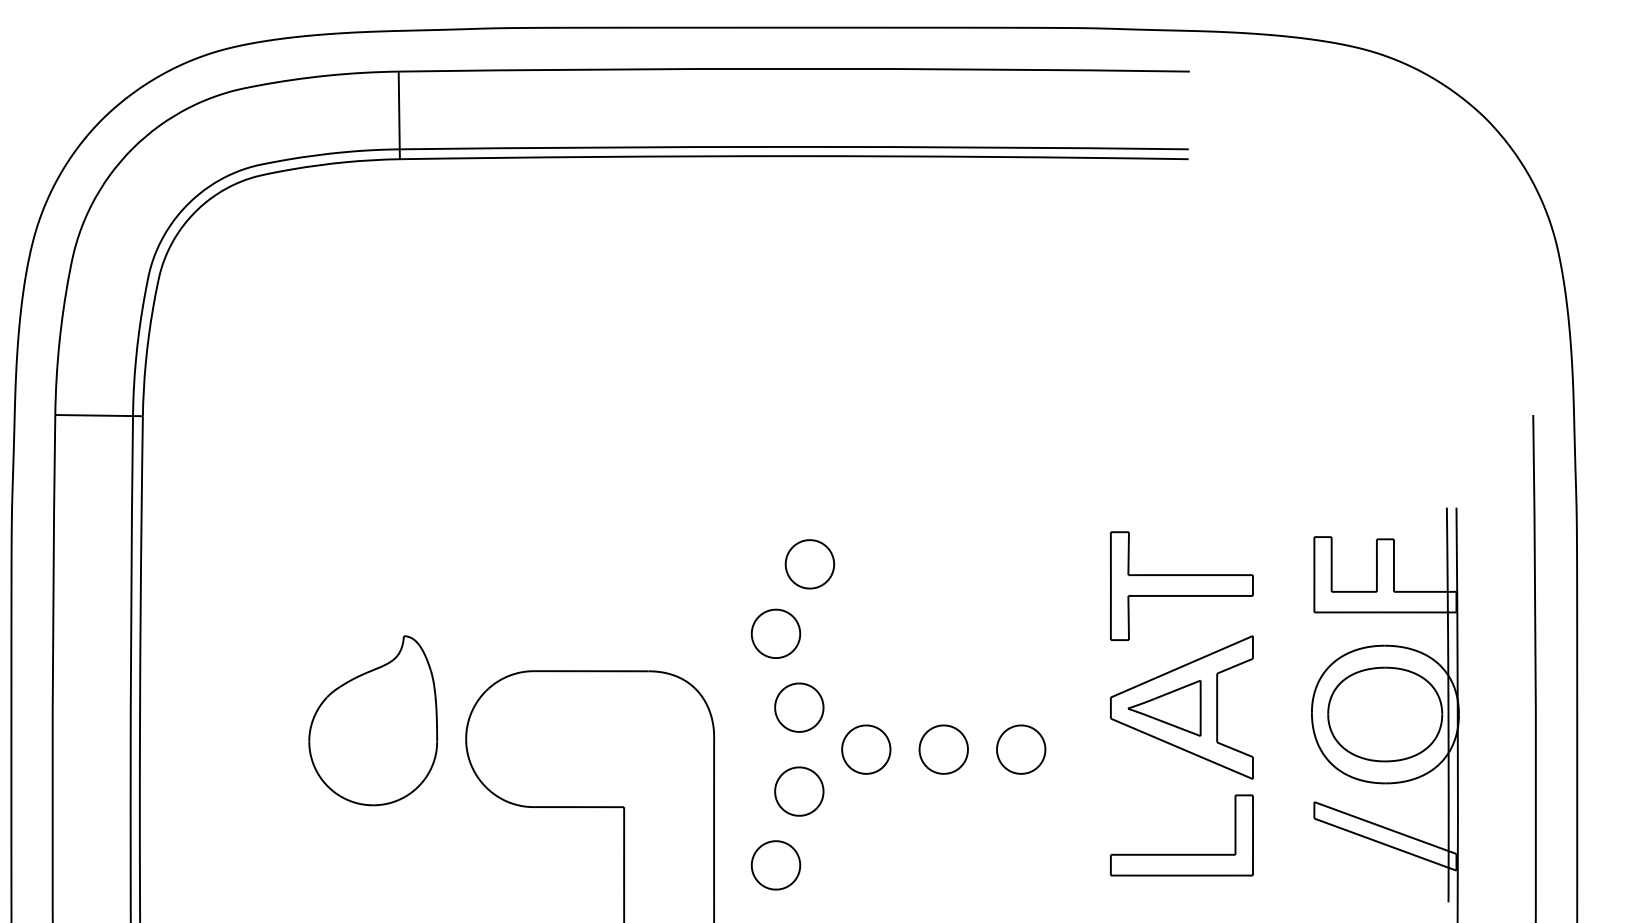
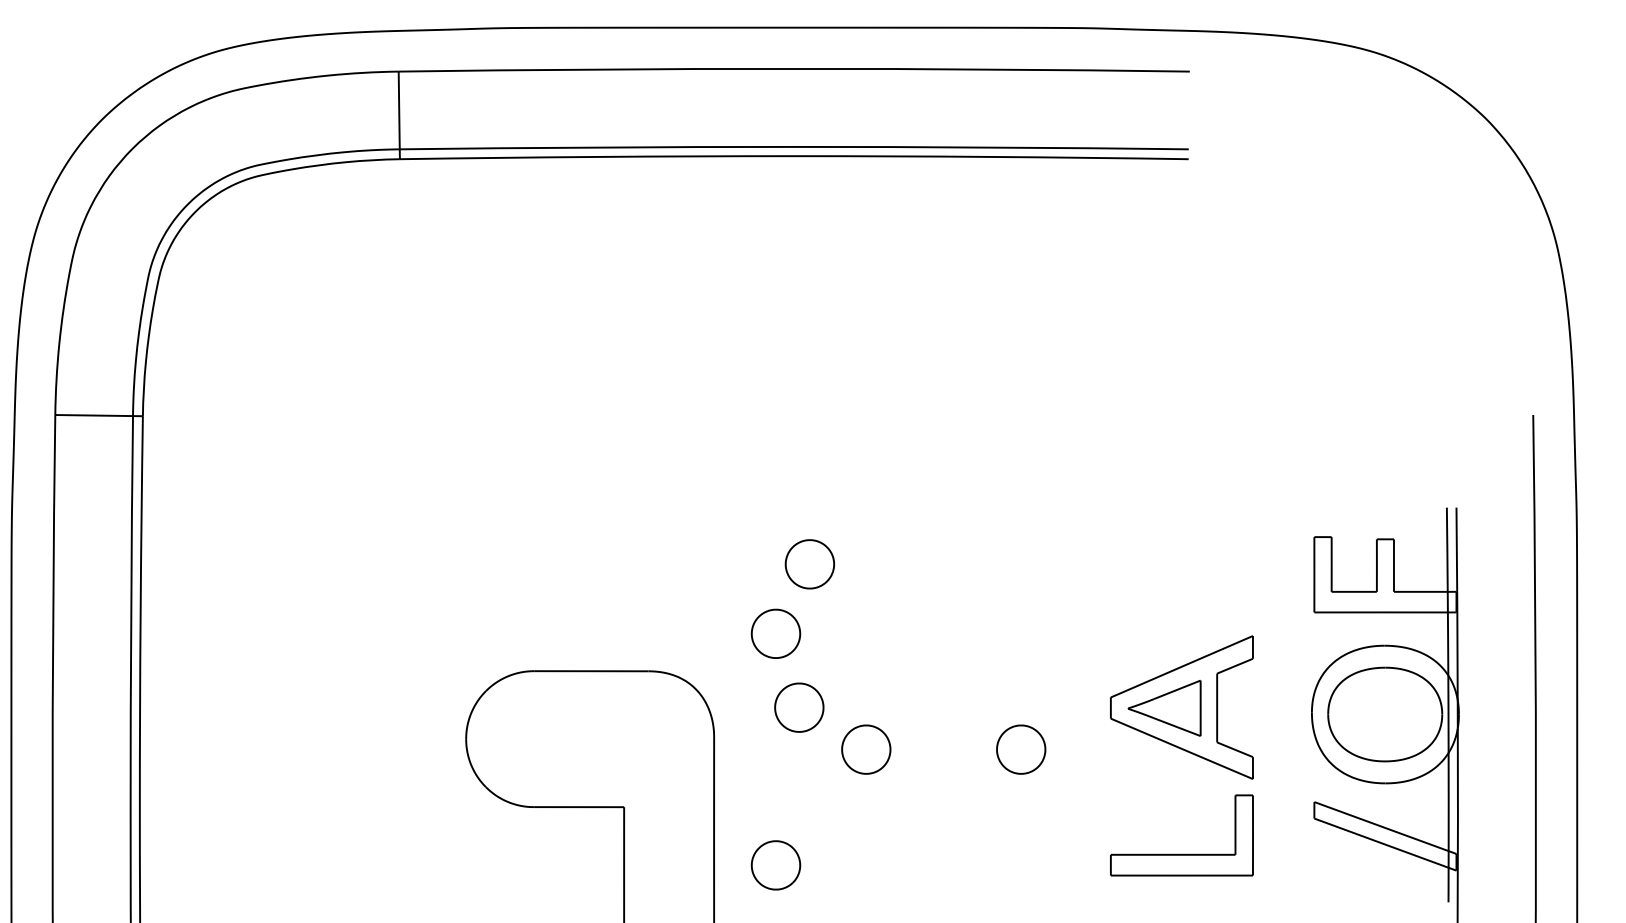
part at (1181, 585): present -> none
part at (373, 720): present -> none
part at (943, 749): present -> none
part at (799, 791): present -> none
